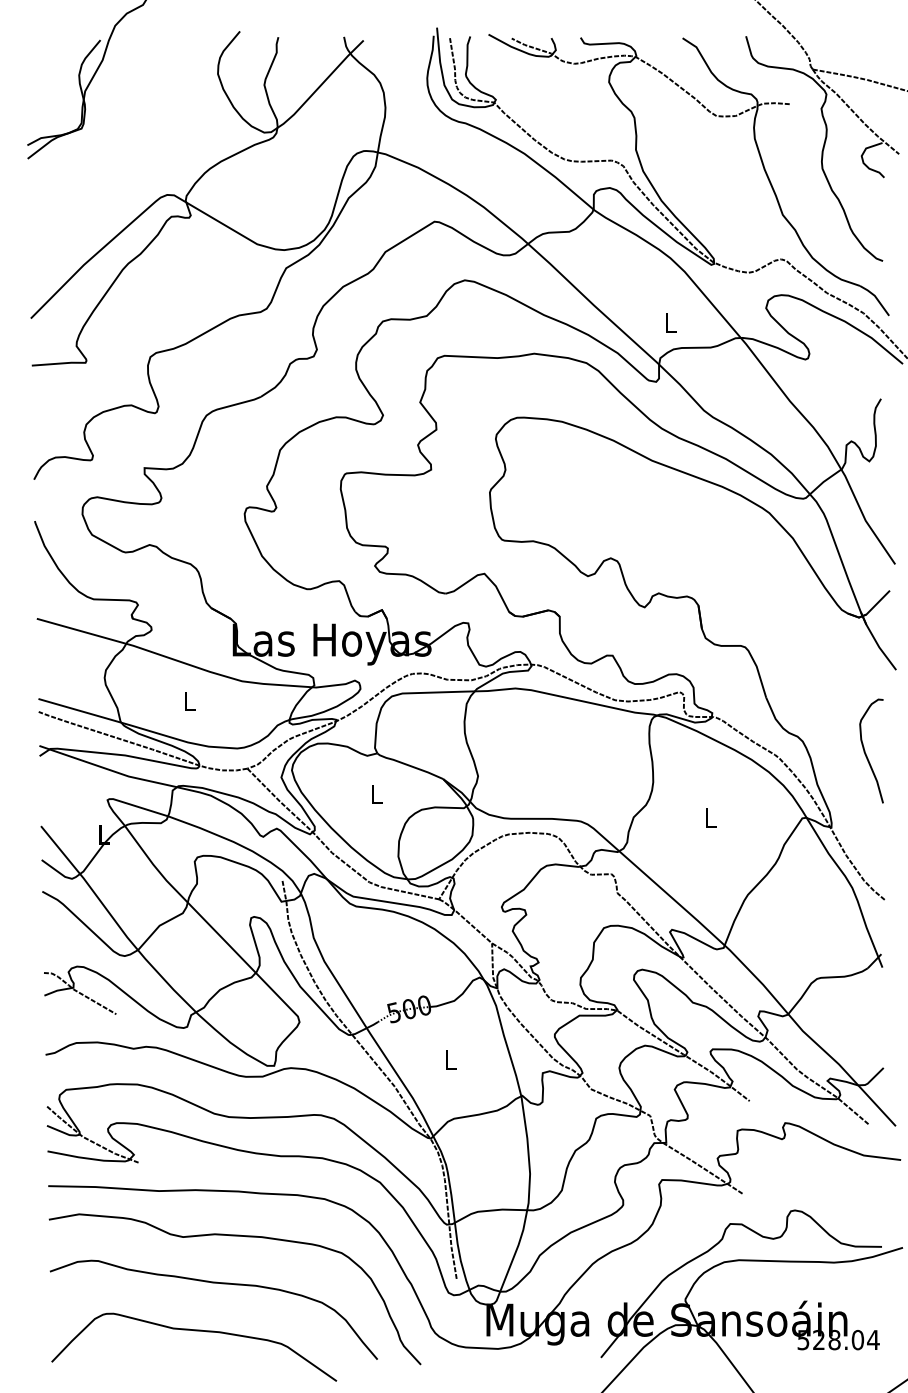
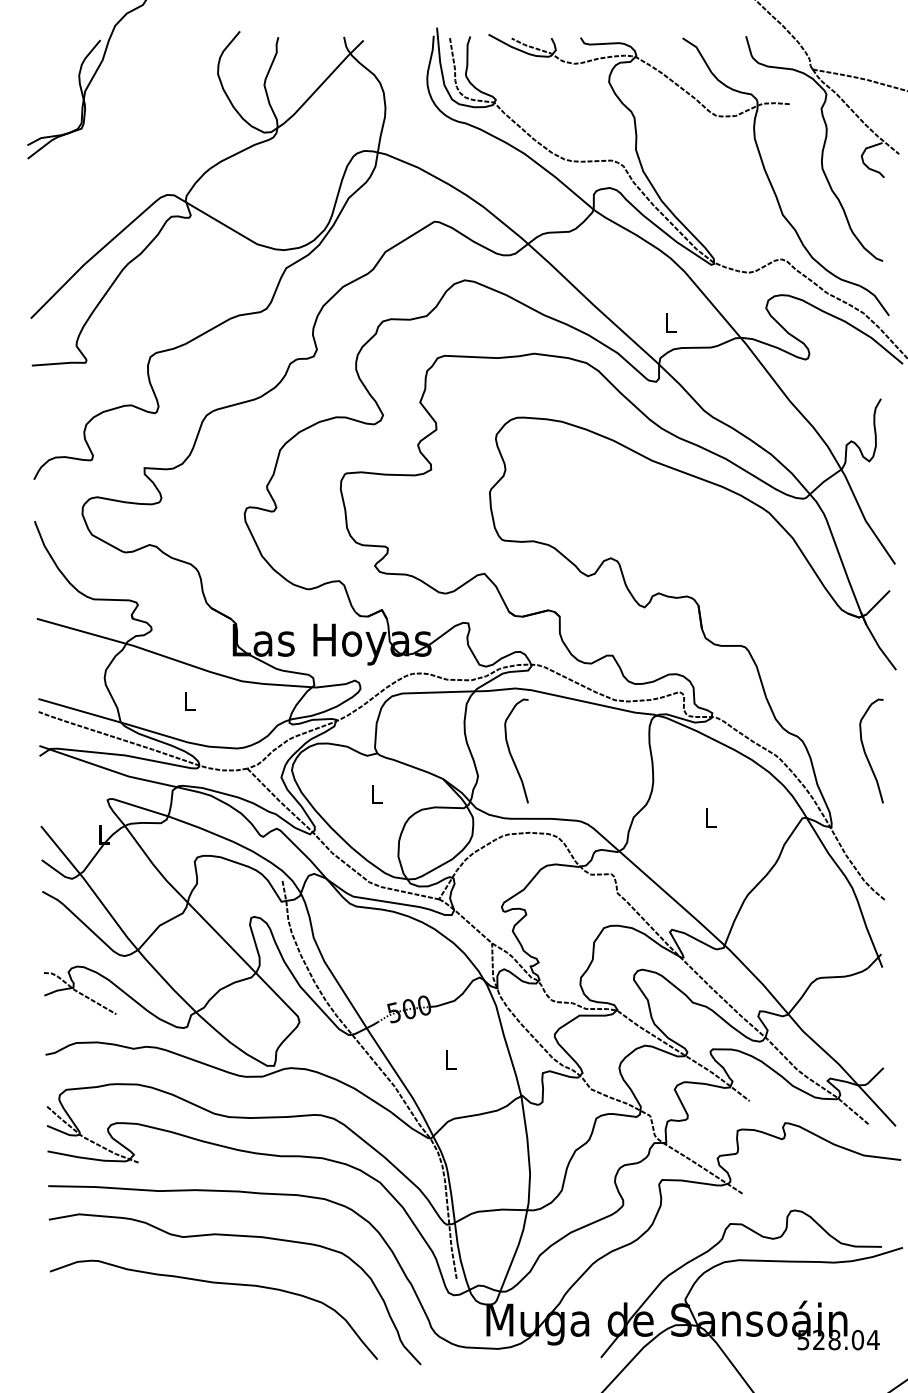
curve at (511, 753): none -> present
curve at (194, 1331): present -> none
